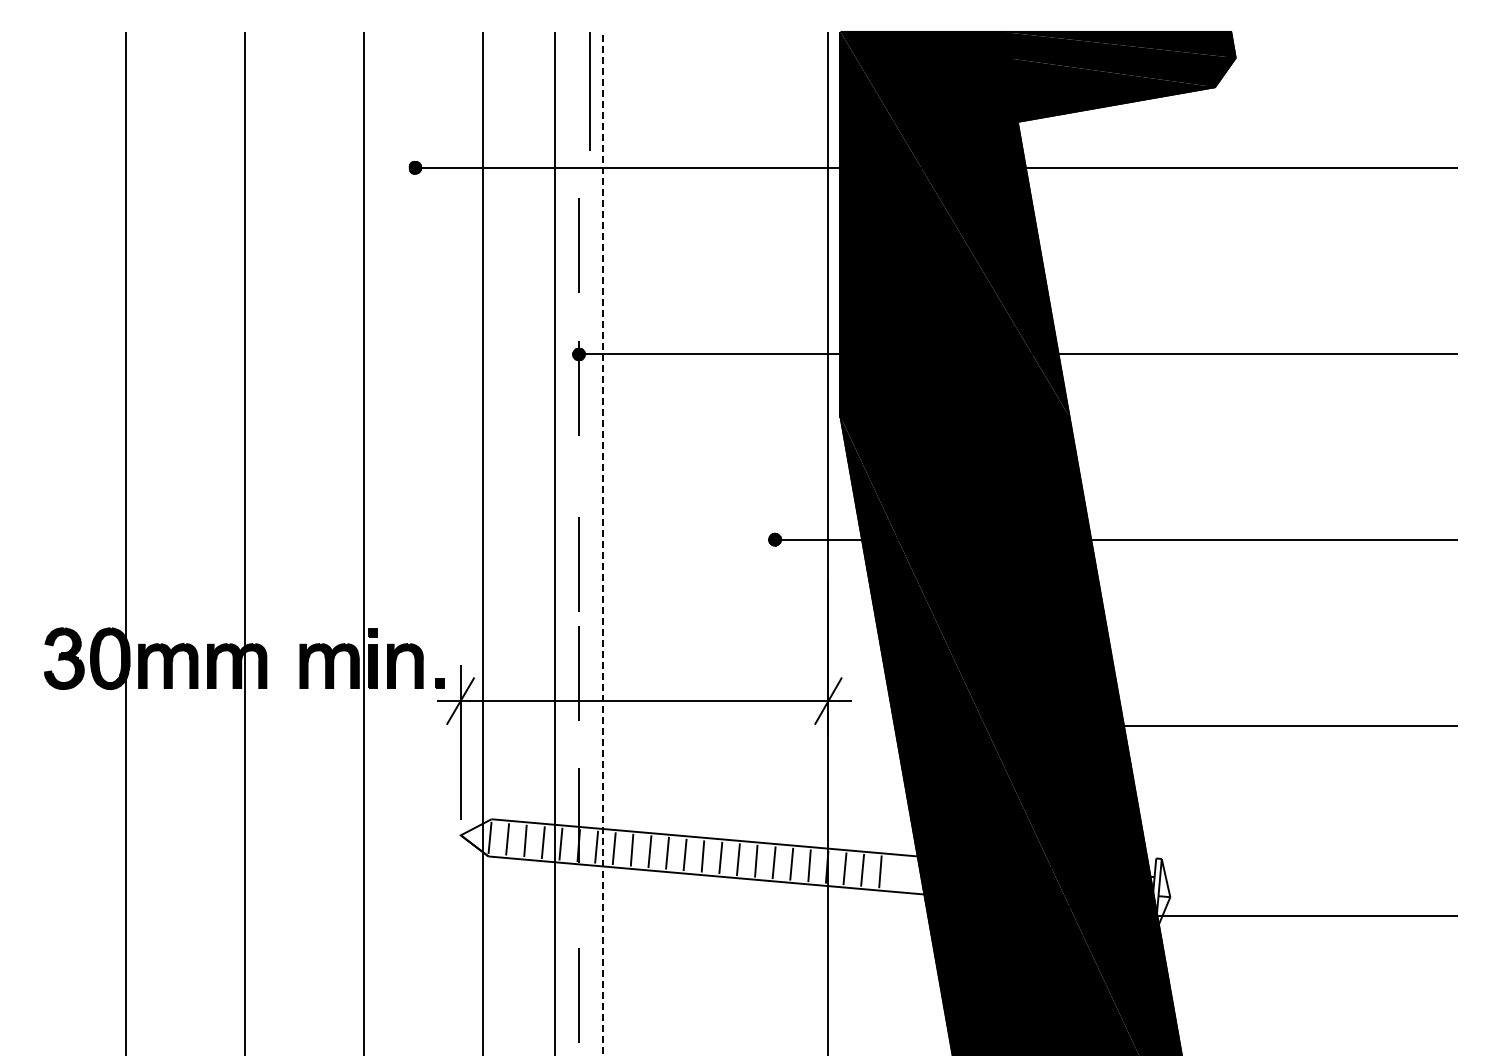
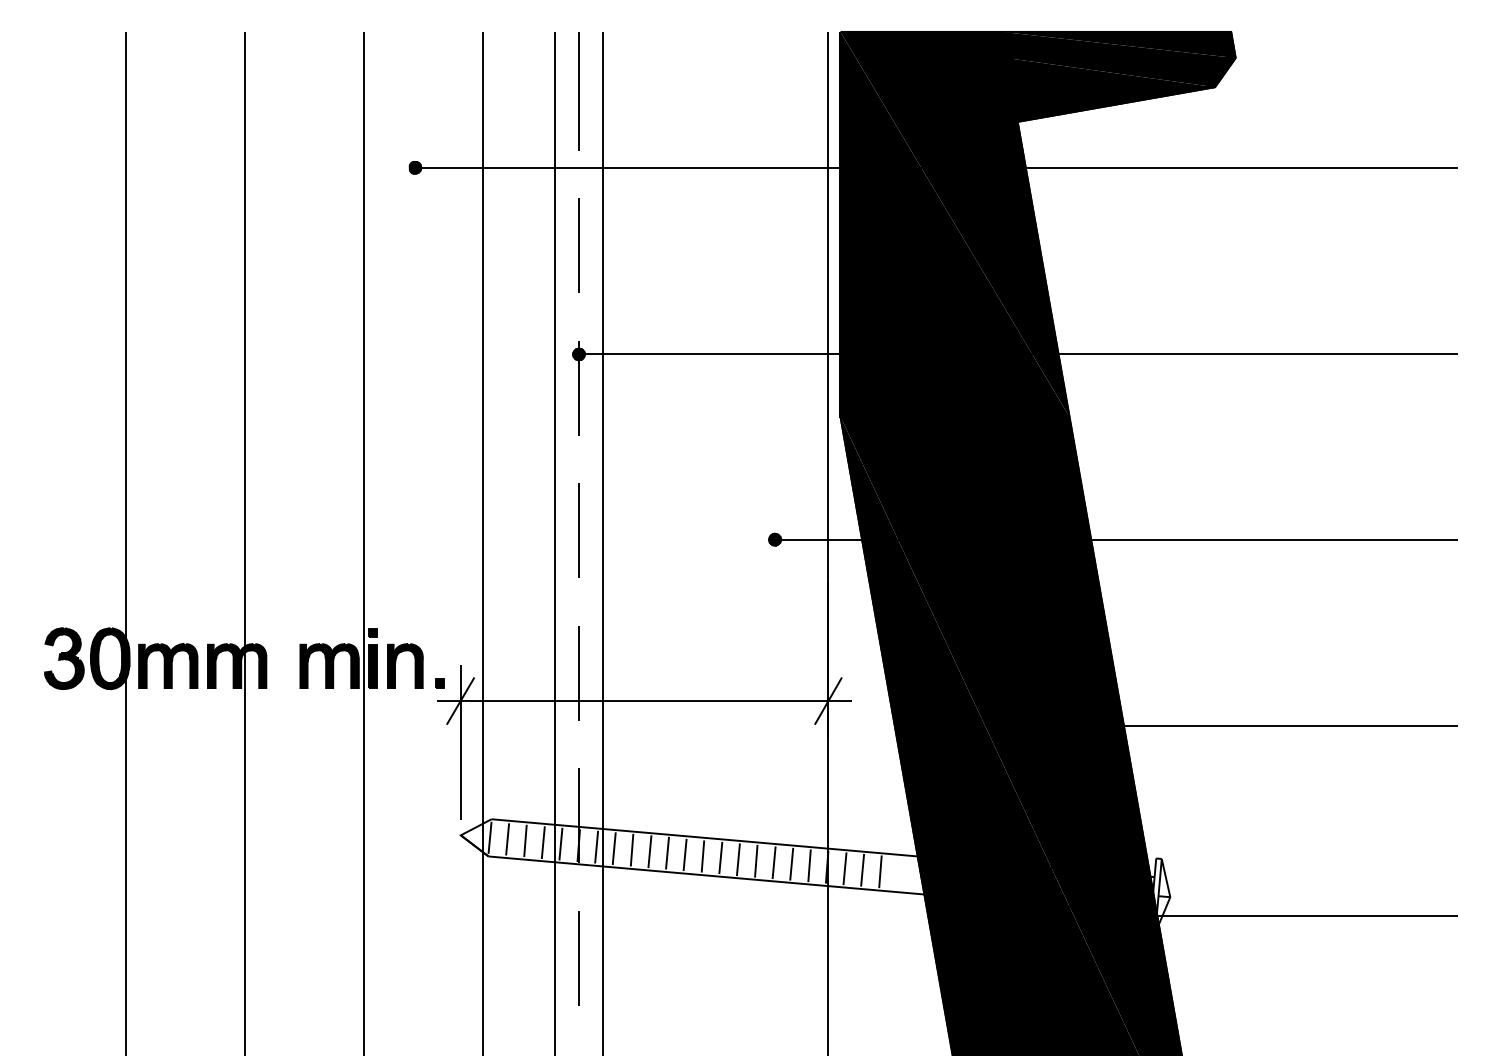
line at (589, 91) position: (589, 91) -> (578, 91)
line at (602, 543): dashed -> solid
line at (578, 564) position: (578, 564) -> (578, 530)
line at (578, 995) position: (578, 995) -> (578, 958)
